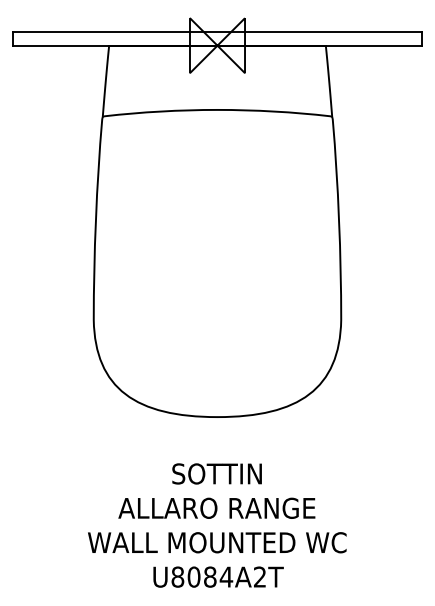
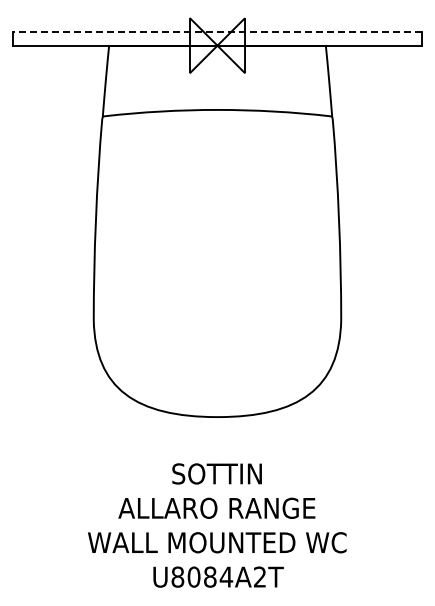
line at (217, 31): solid -> dashed
